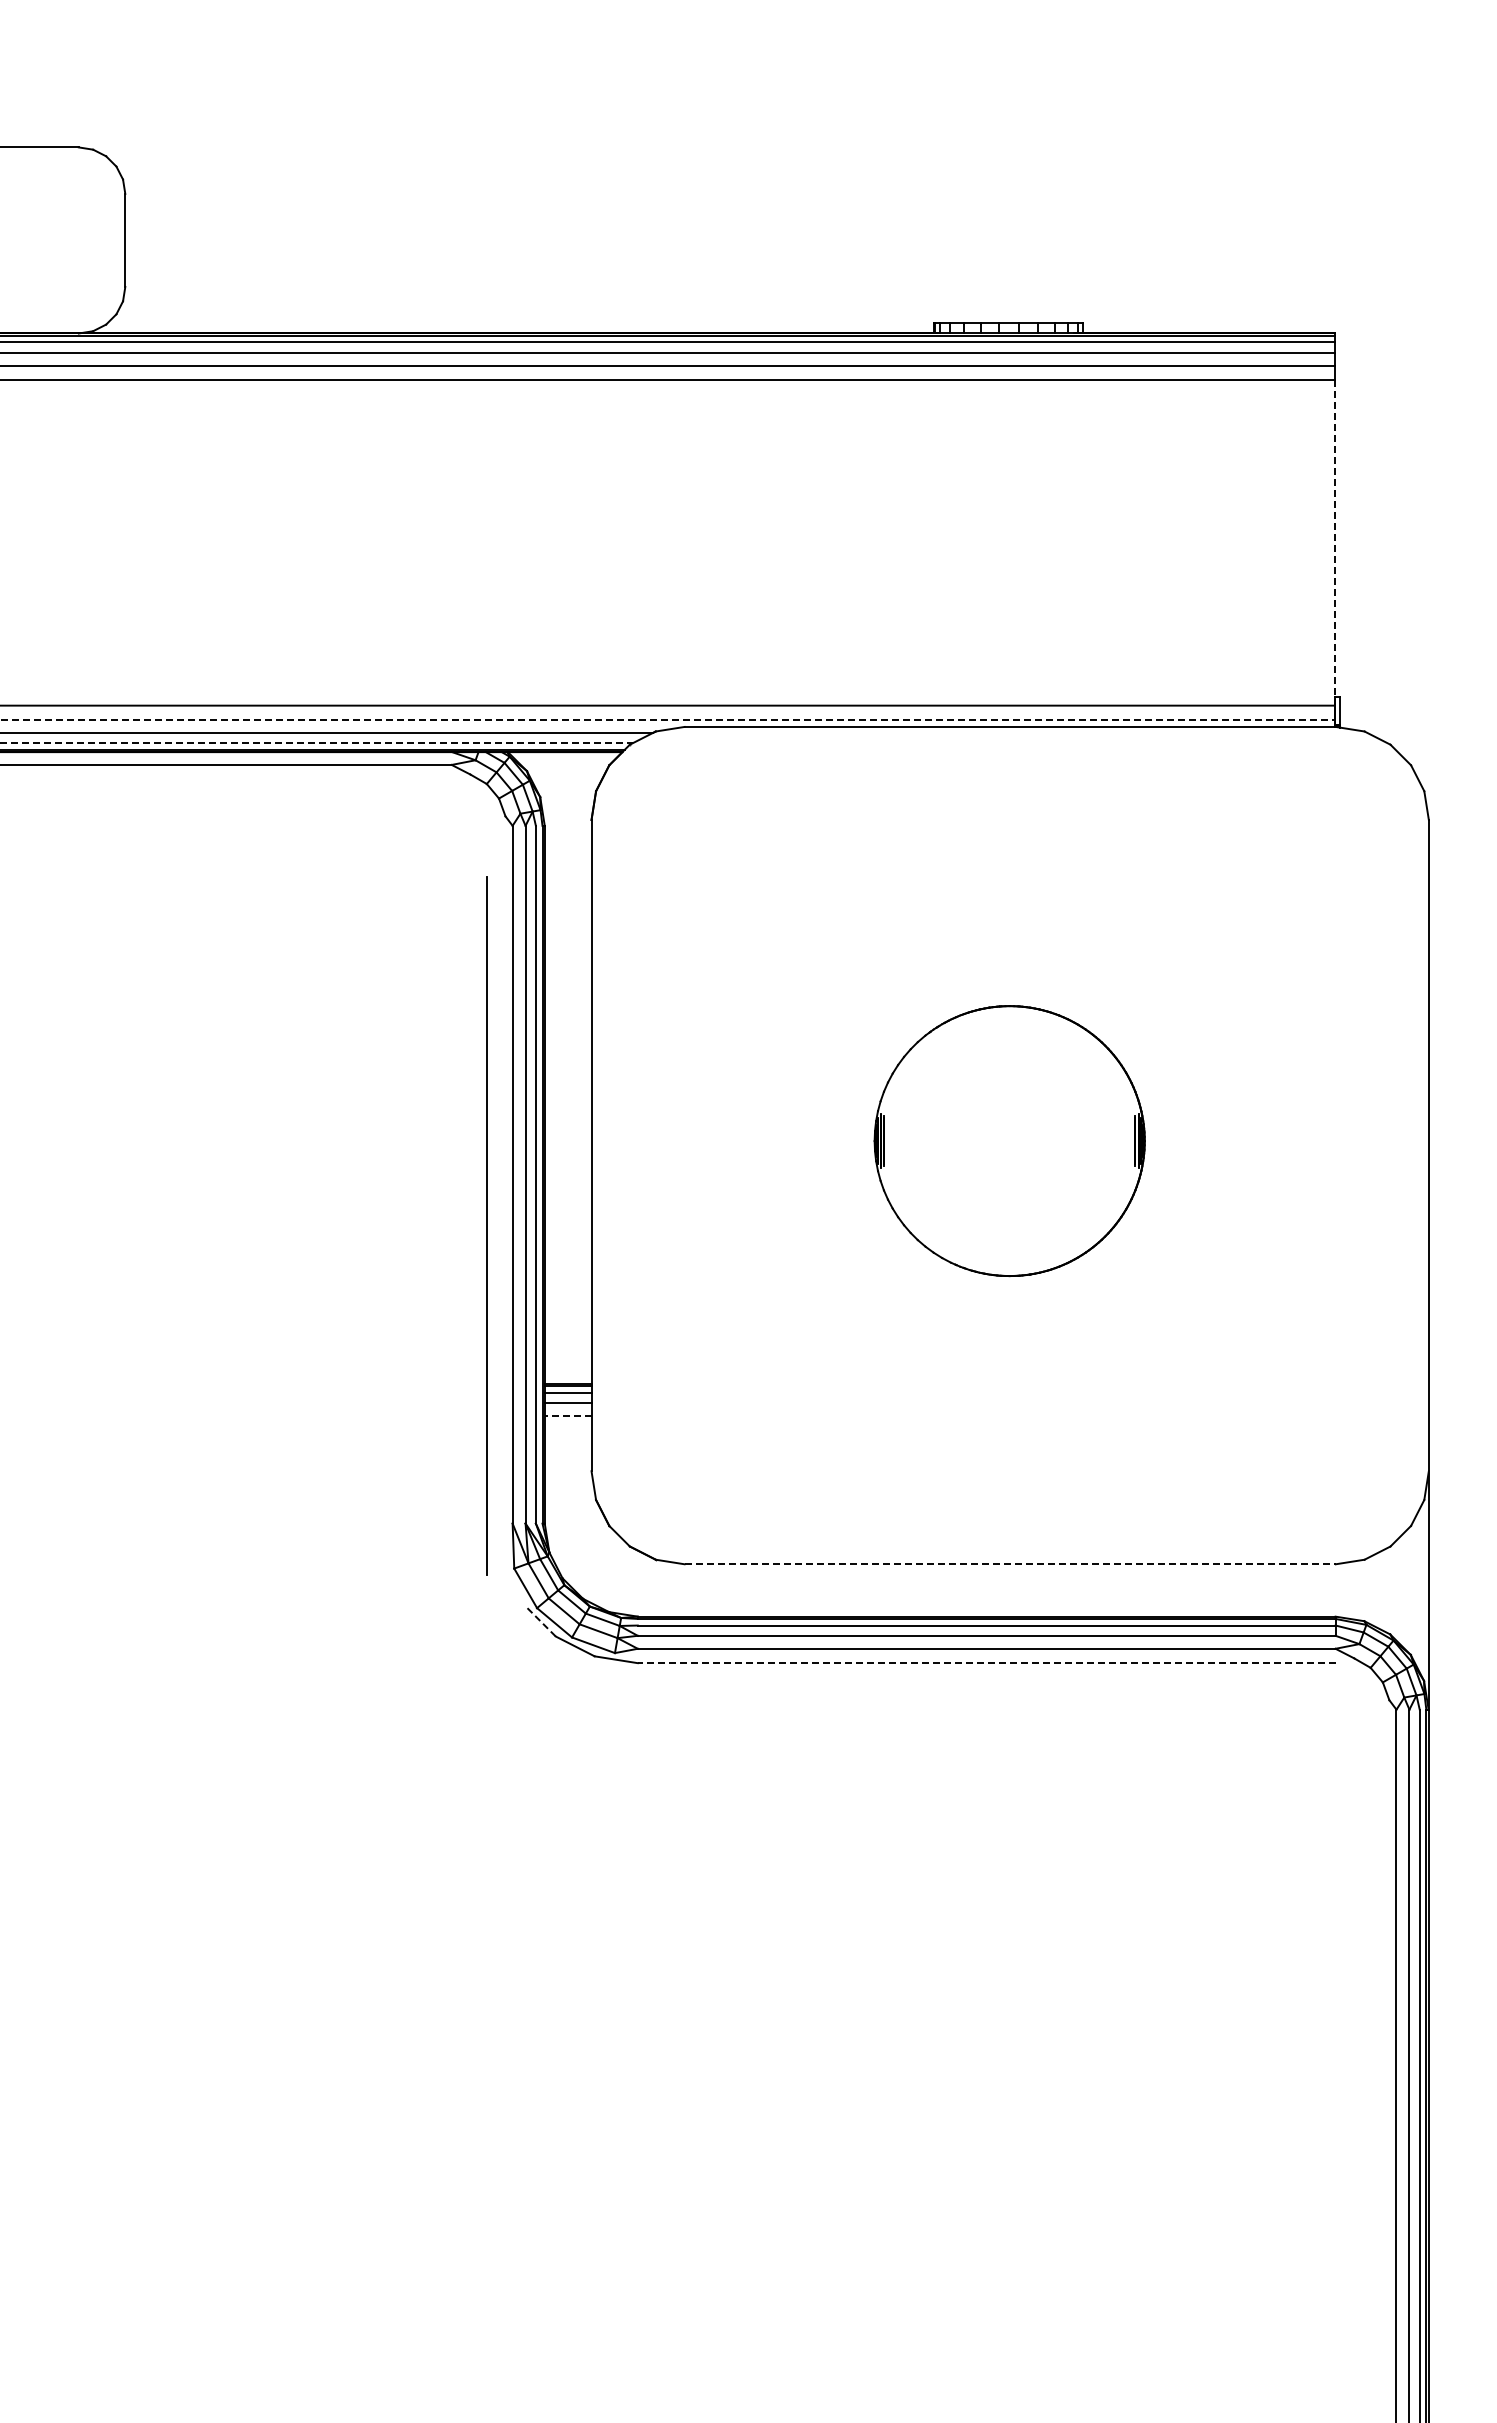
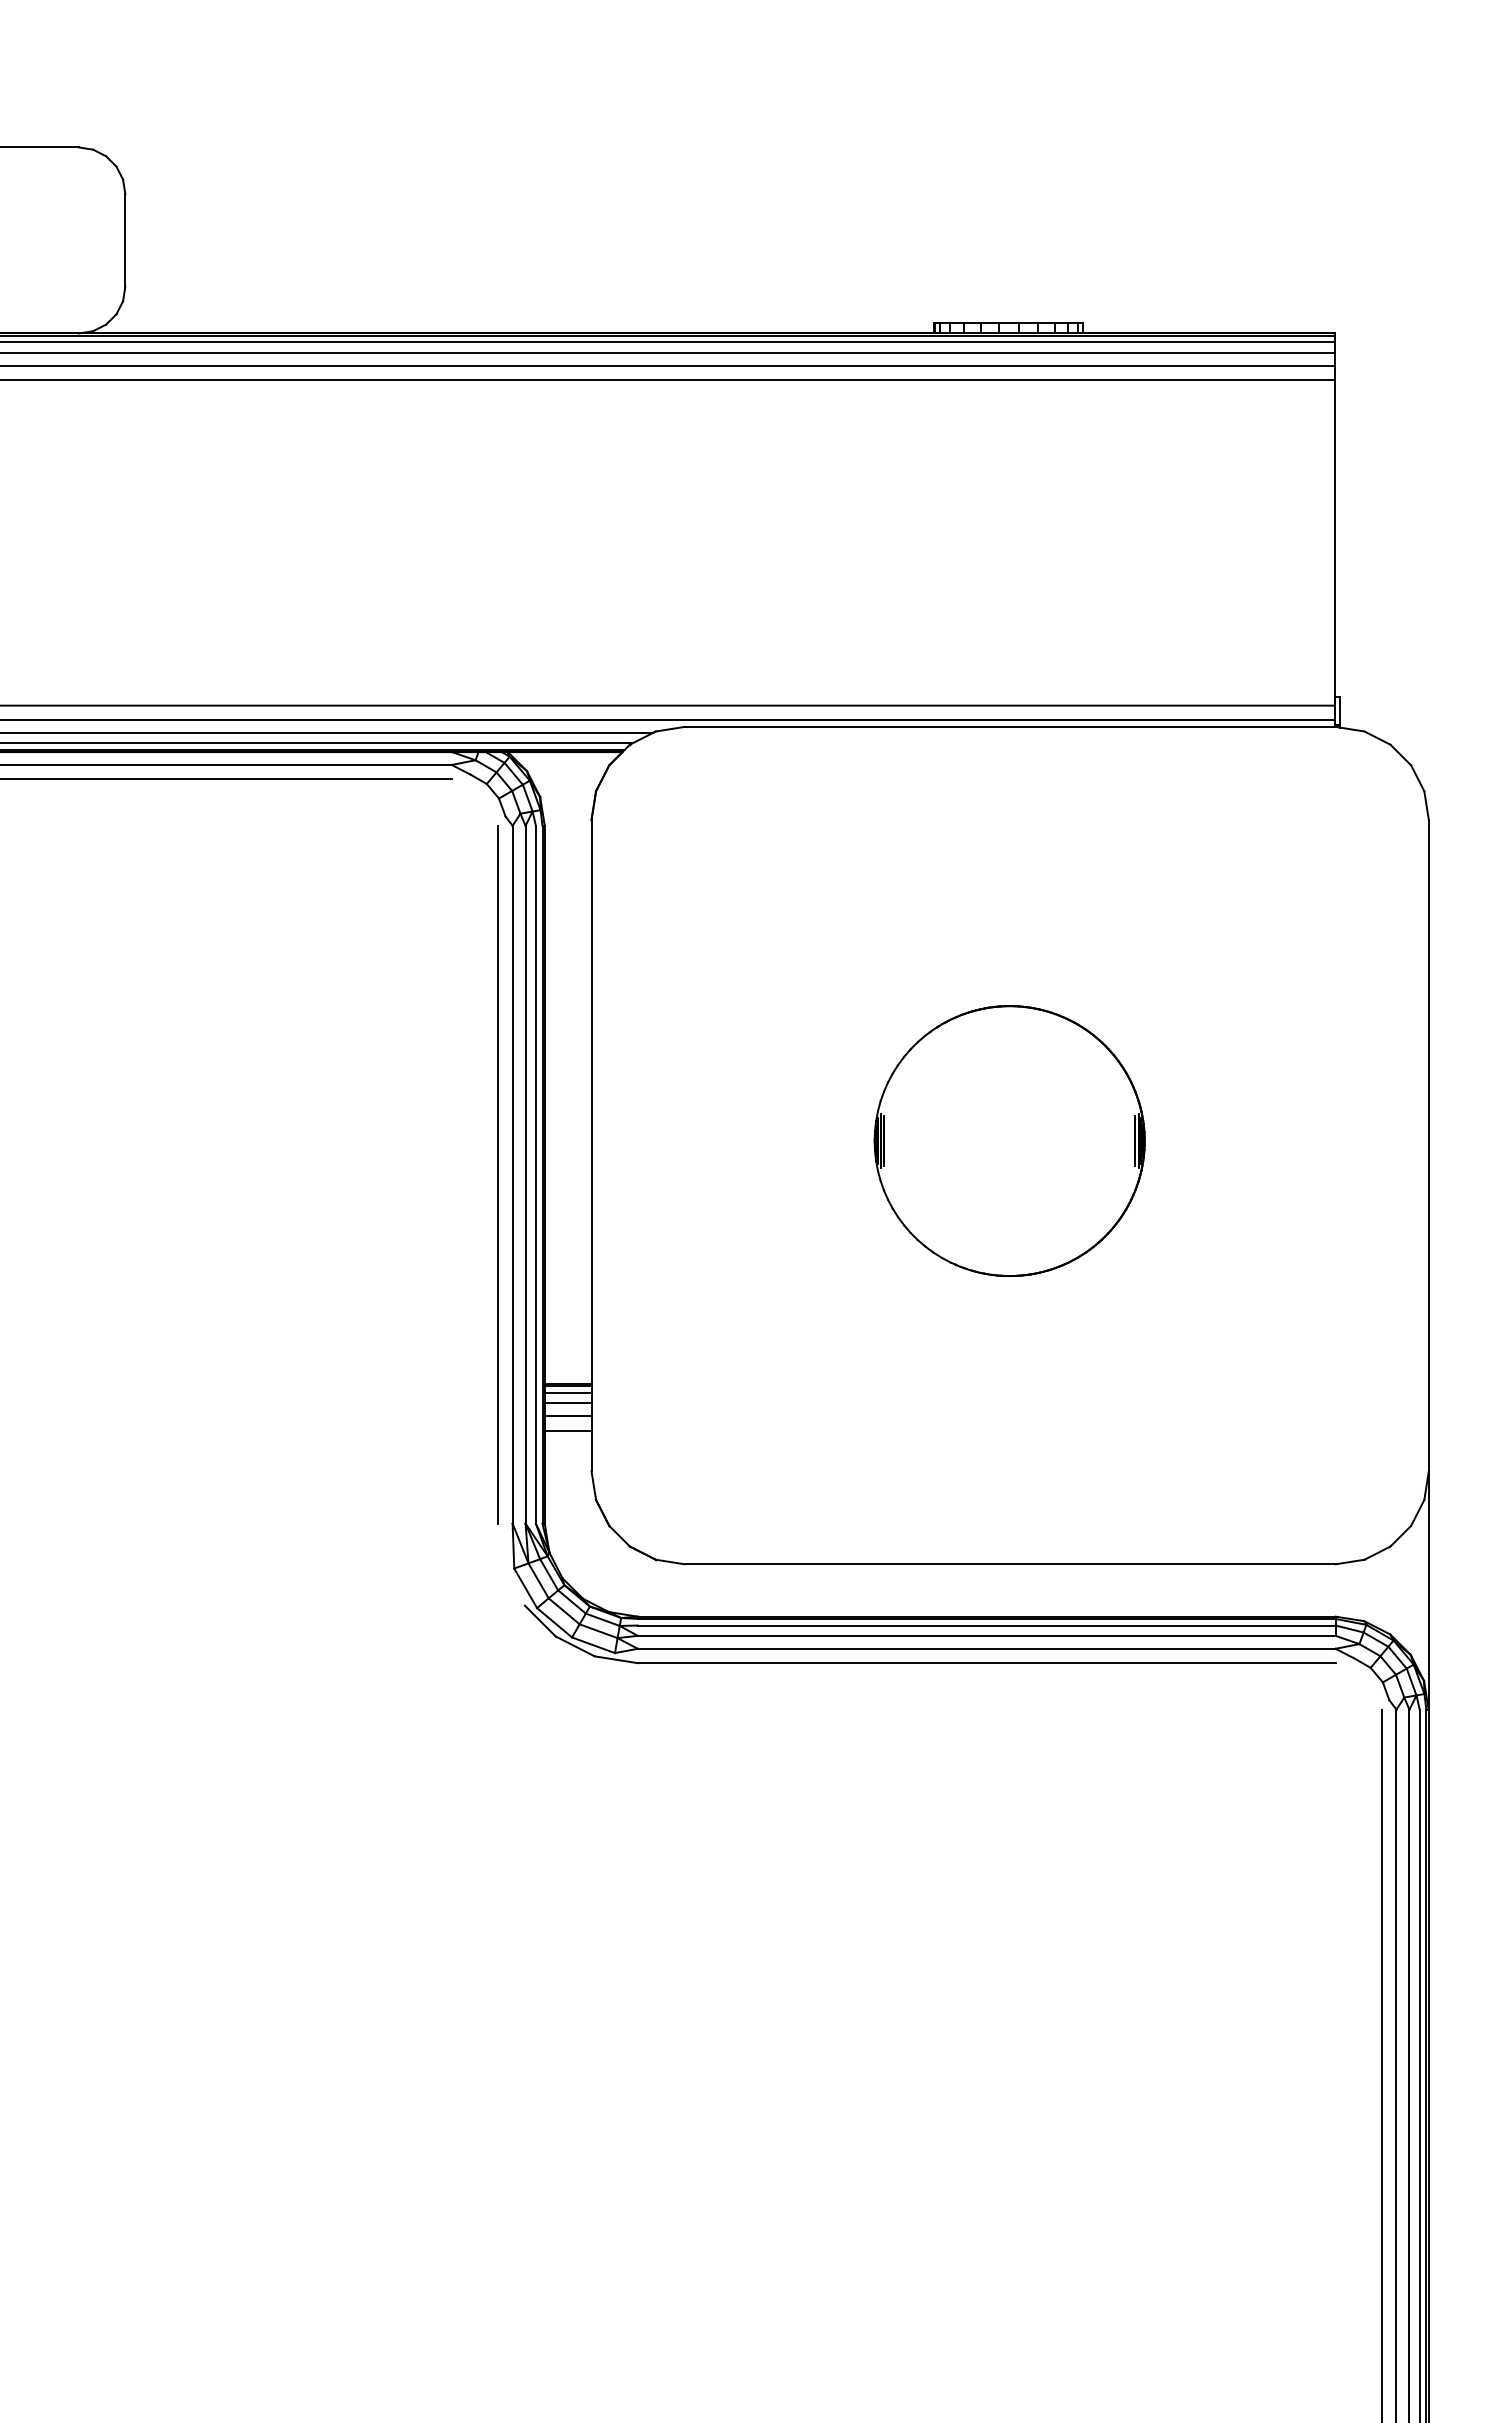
line at (1334, 542): dashed -> solid
line at (667, 720): dashed -> solid
line at (317, 743): dashed -> solid
line at (226, 779): none -> present
line at (486, 1225) position: (486, 1225) -> (497, 1174)
line at (567, 1416): dashed -> solid
line at (567, 1430): none -> present
line at (1010, 1564): dashed -> solid
line at (540, 1621): dashed -> solid
line at (986, 1663): dashed -> solid
line at (1382, 2064): none -> present
